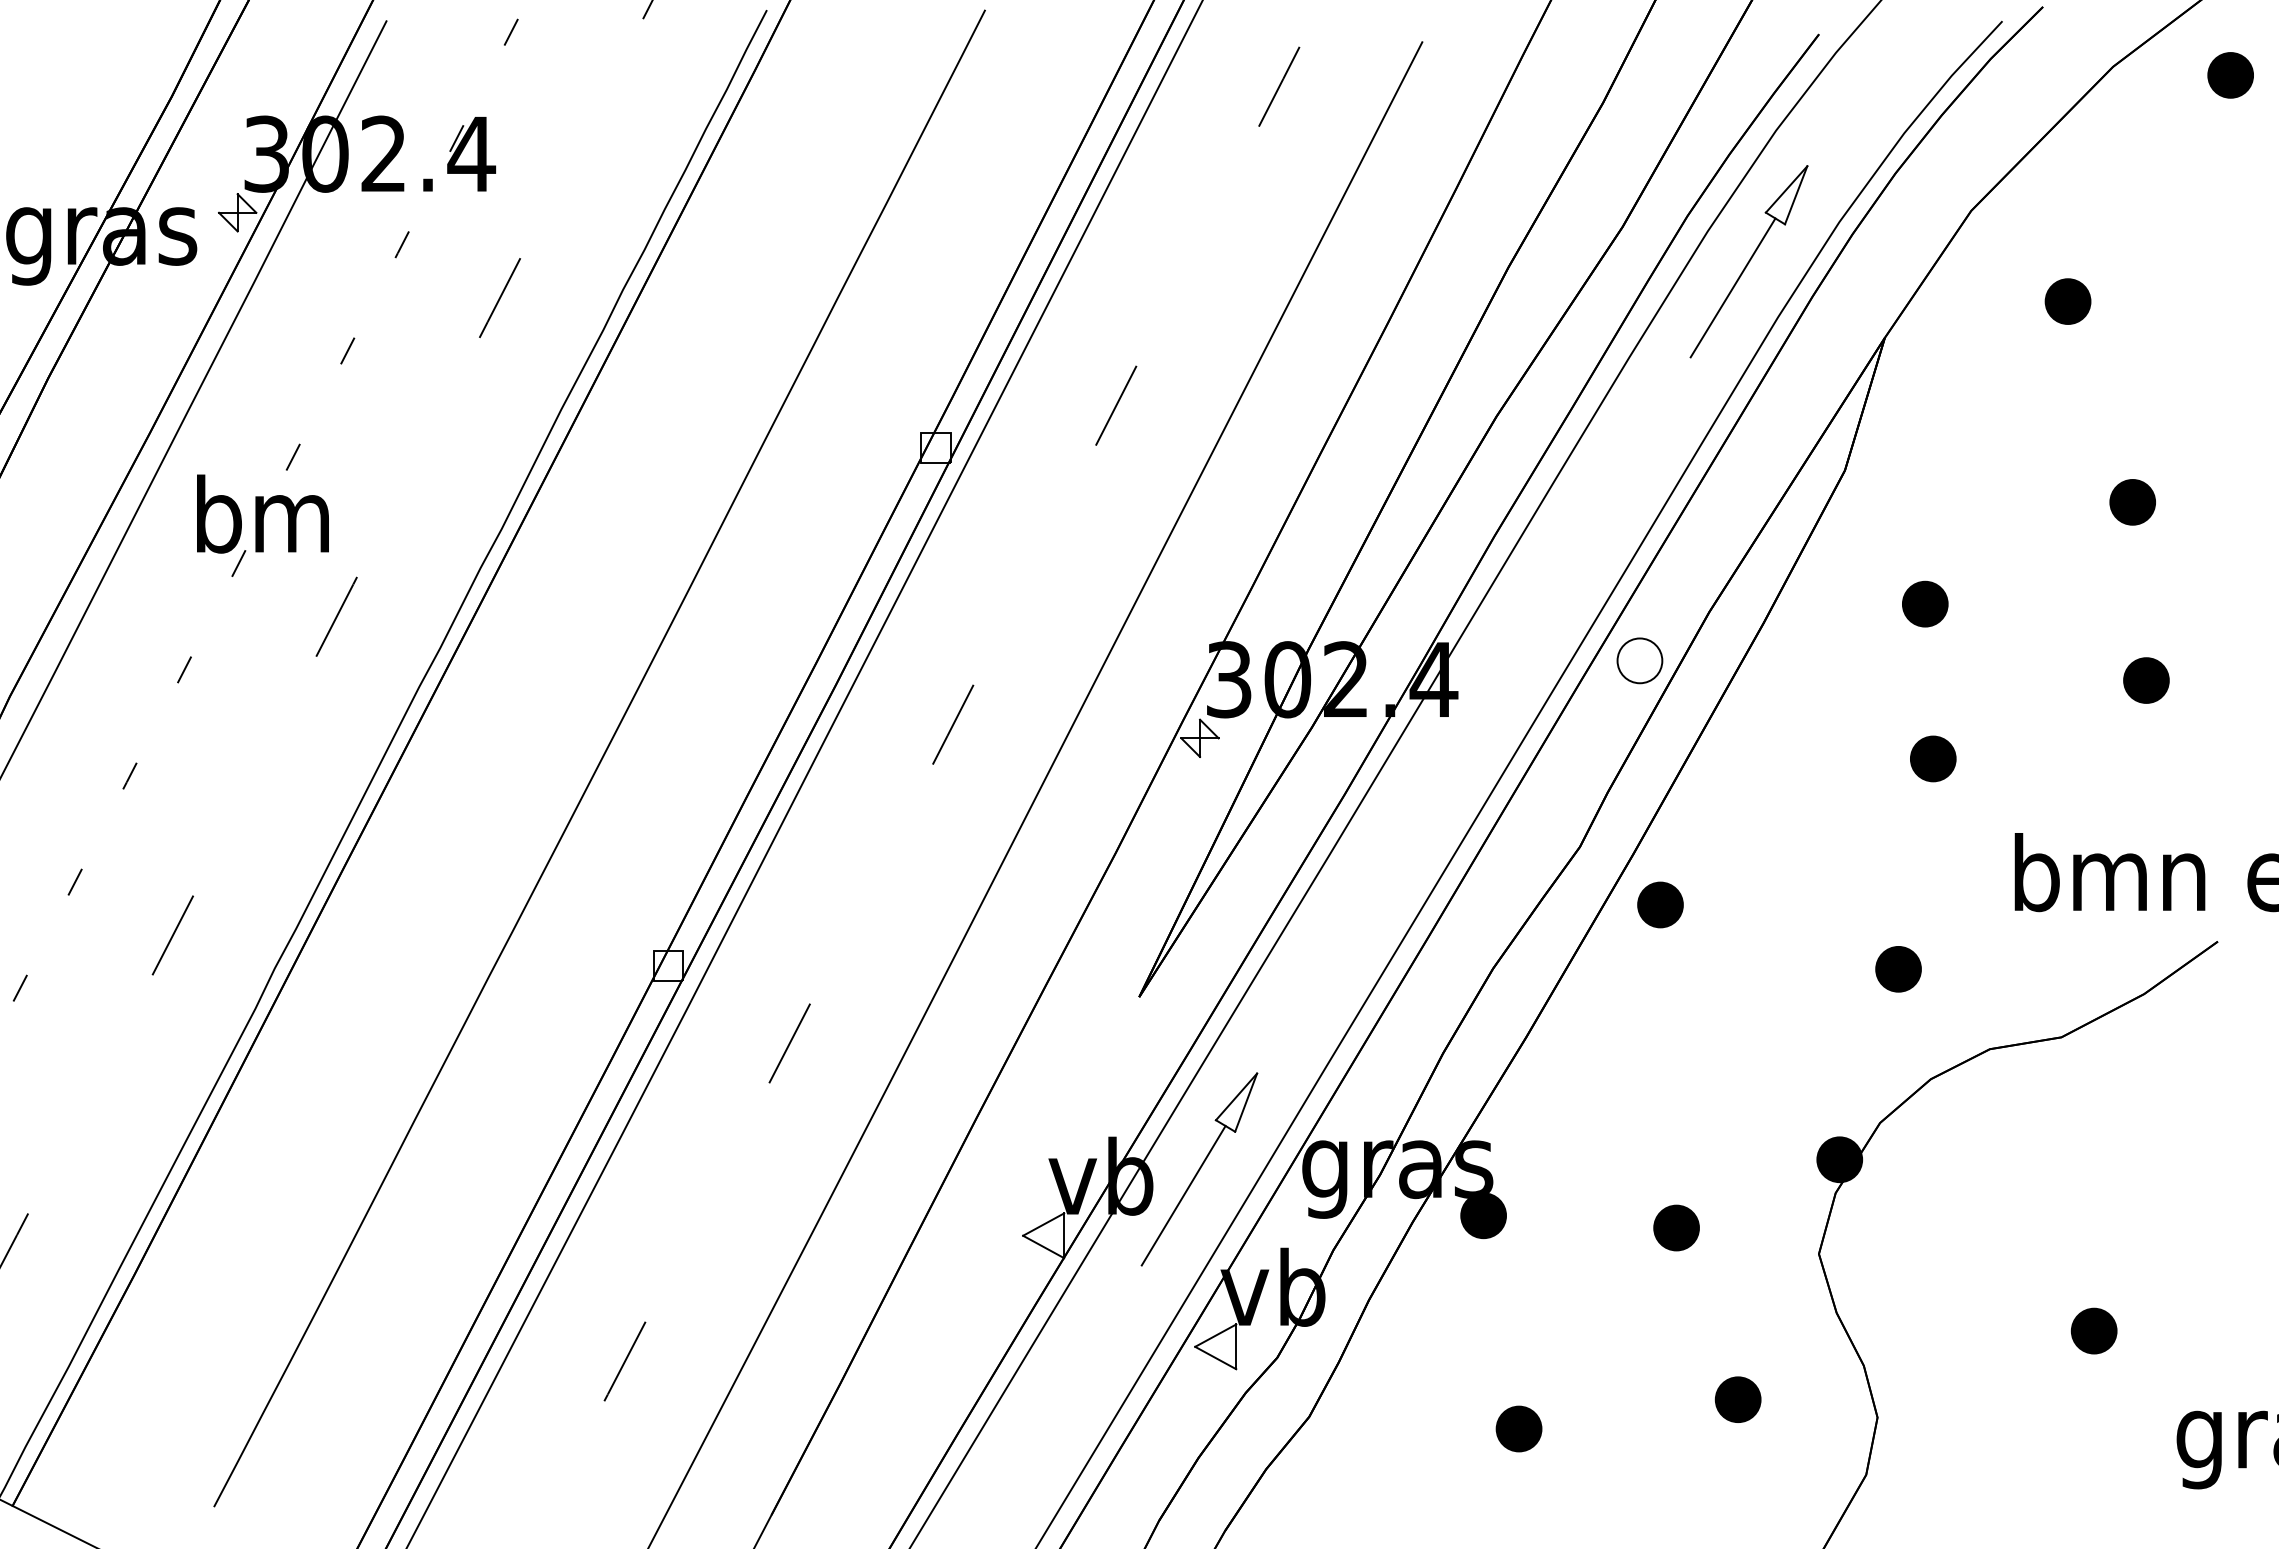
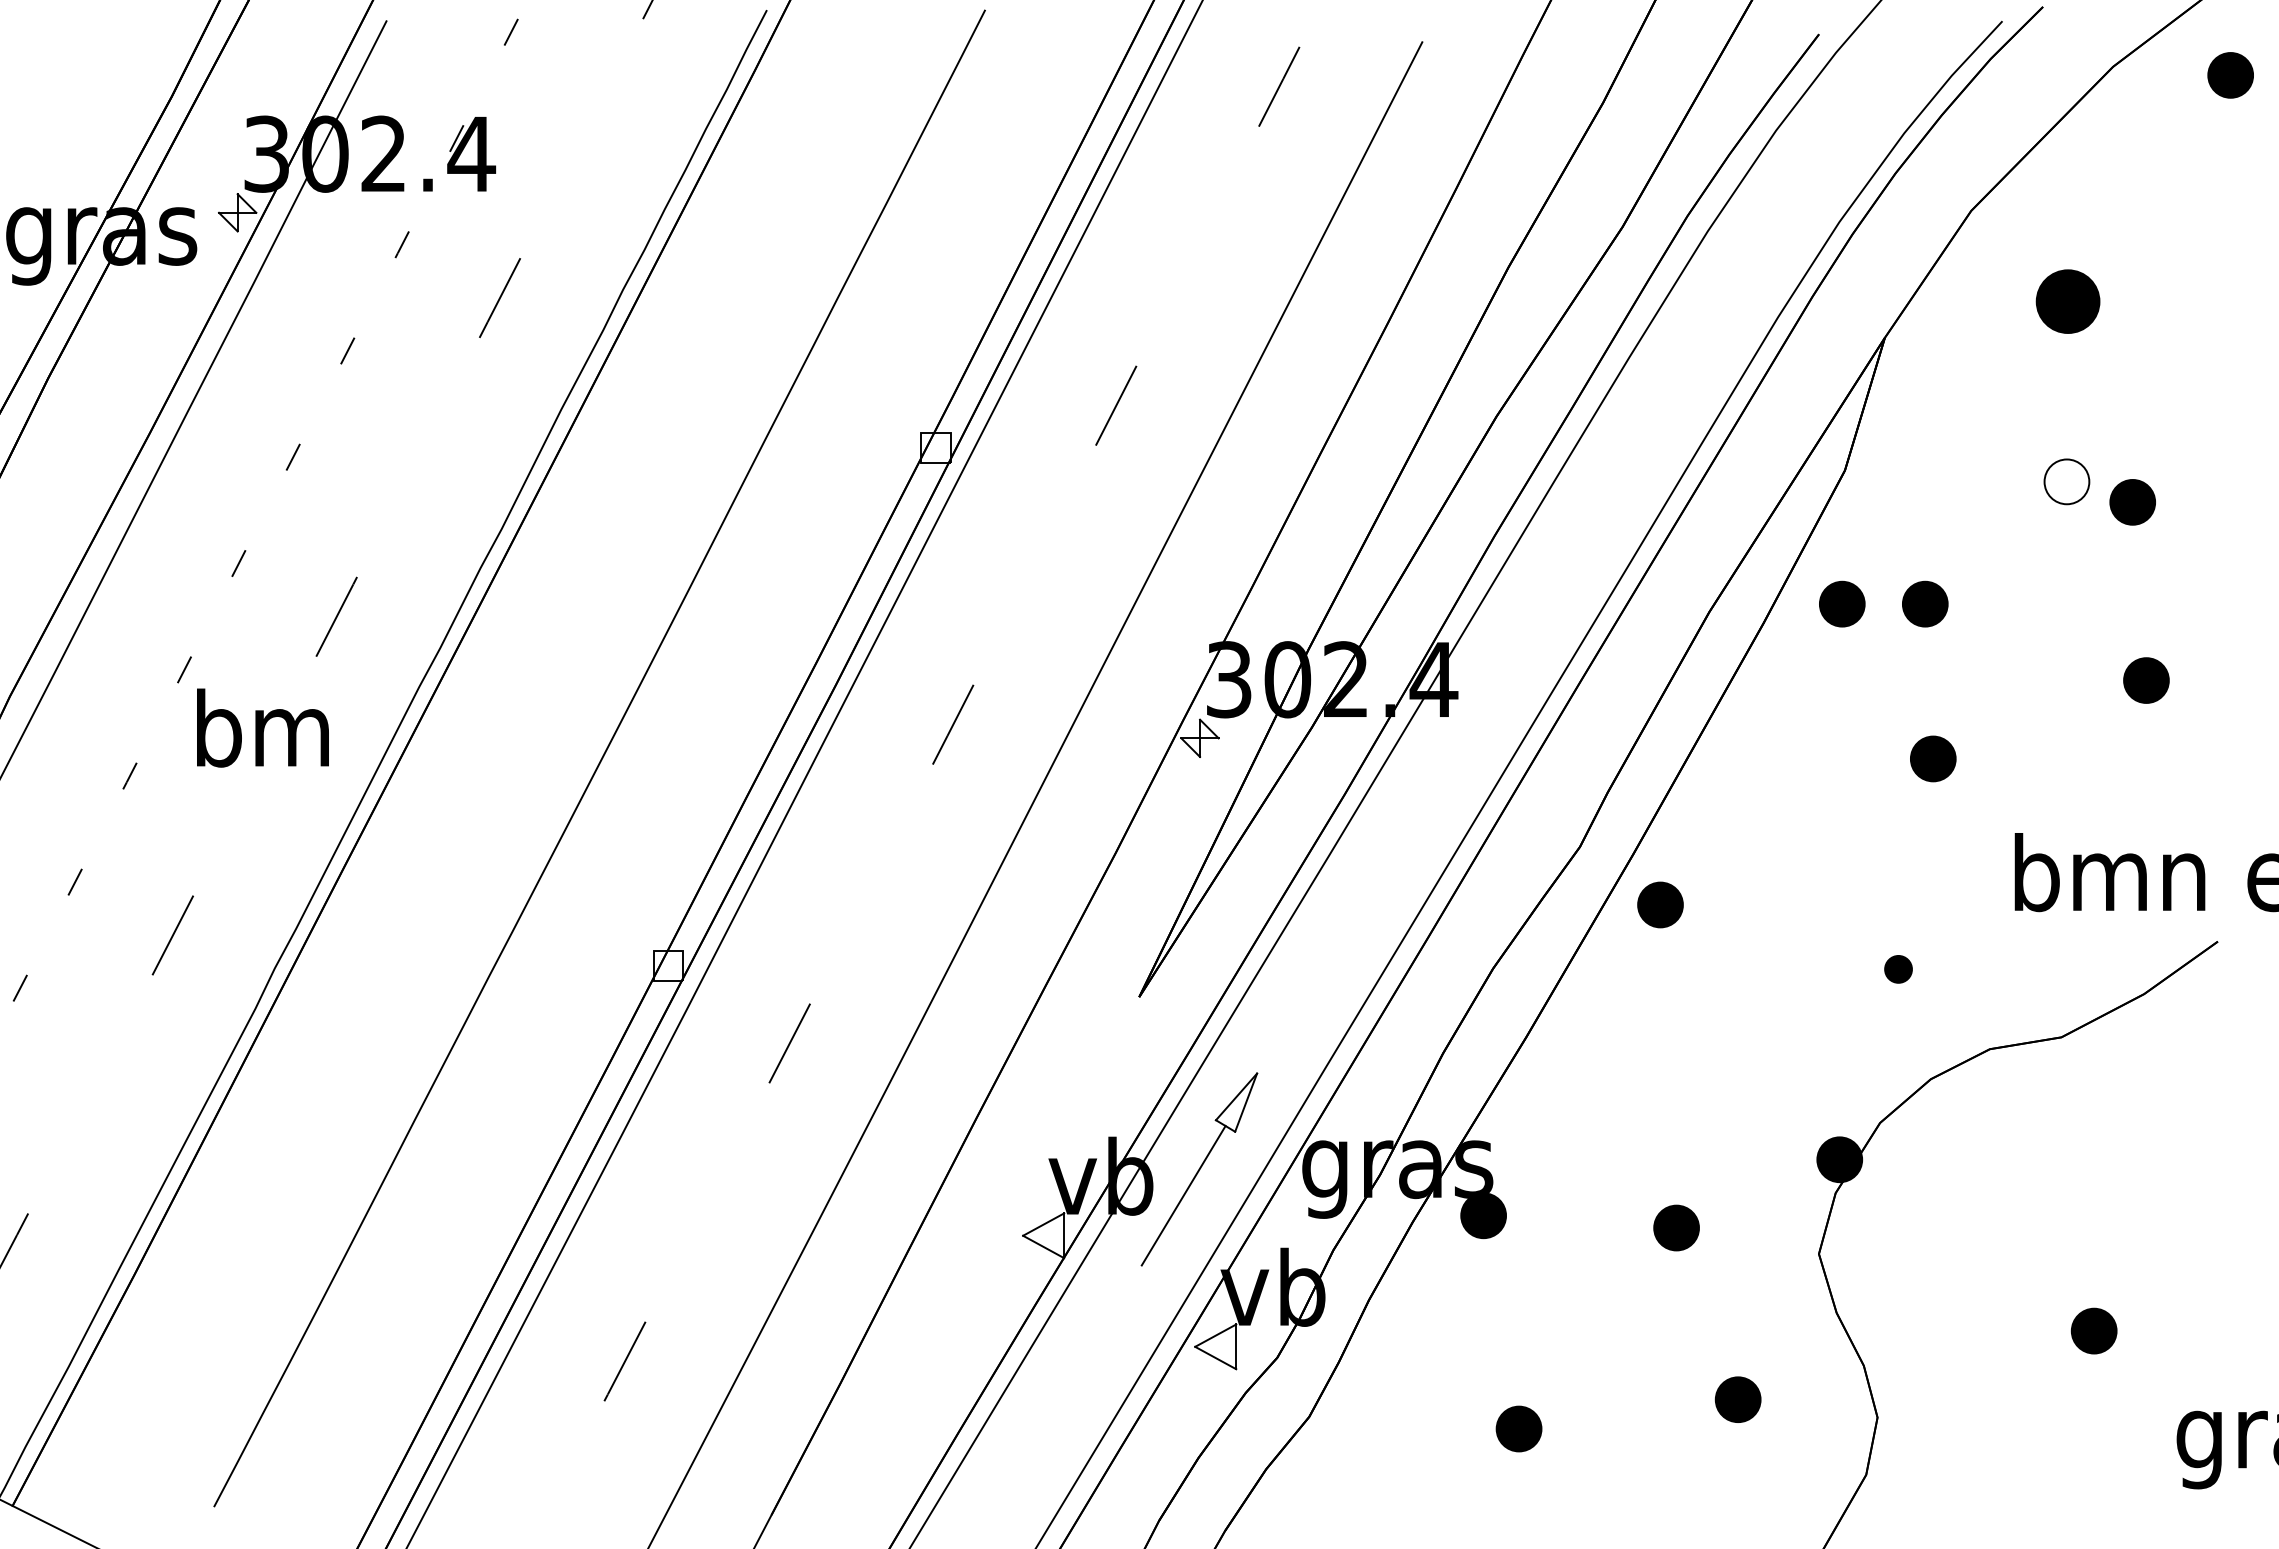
part at (1748, 261): present -> none
part at (2067, 301) size: 48x47 px -> 66x65 px
text at (262, 513) position: (262, 513) -> (262, 727)
part at (1842, 603): none -> present
part at (1639, 660) position: (1639, 660) -> (2066, 481)
part at (1898, 969) size: 47x47 px -> 29x29 px
